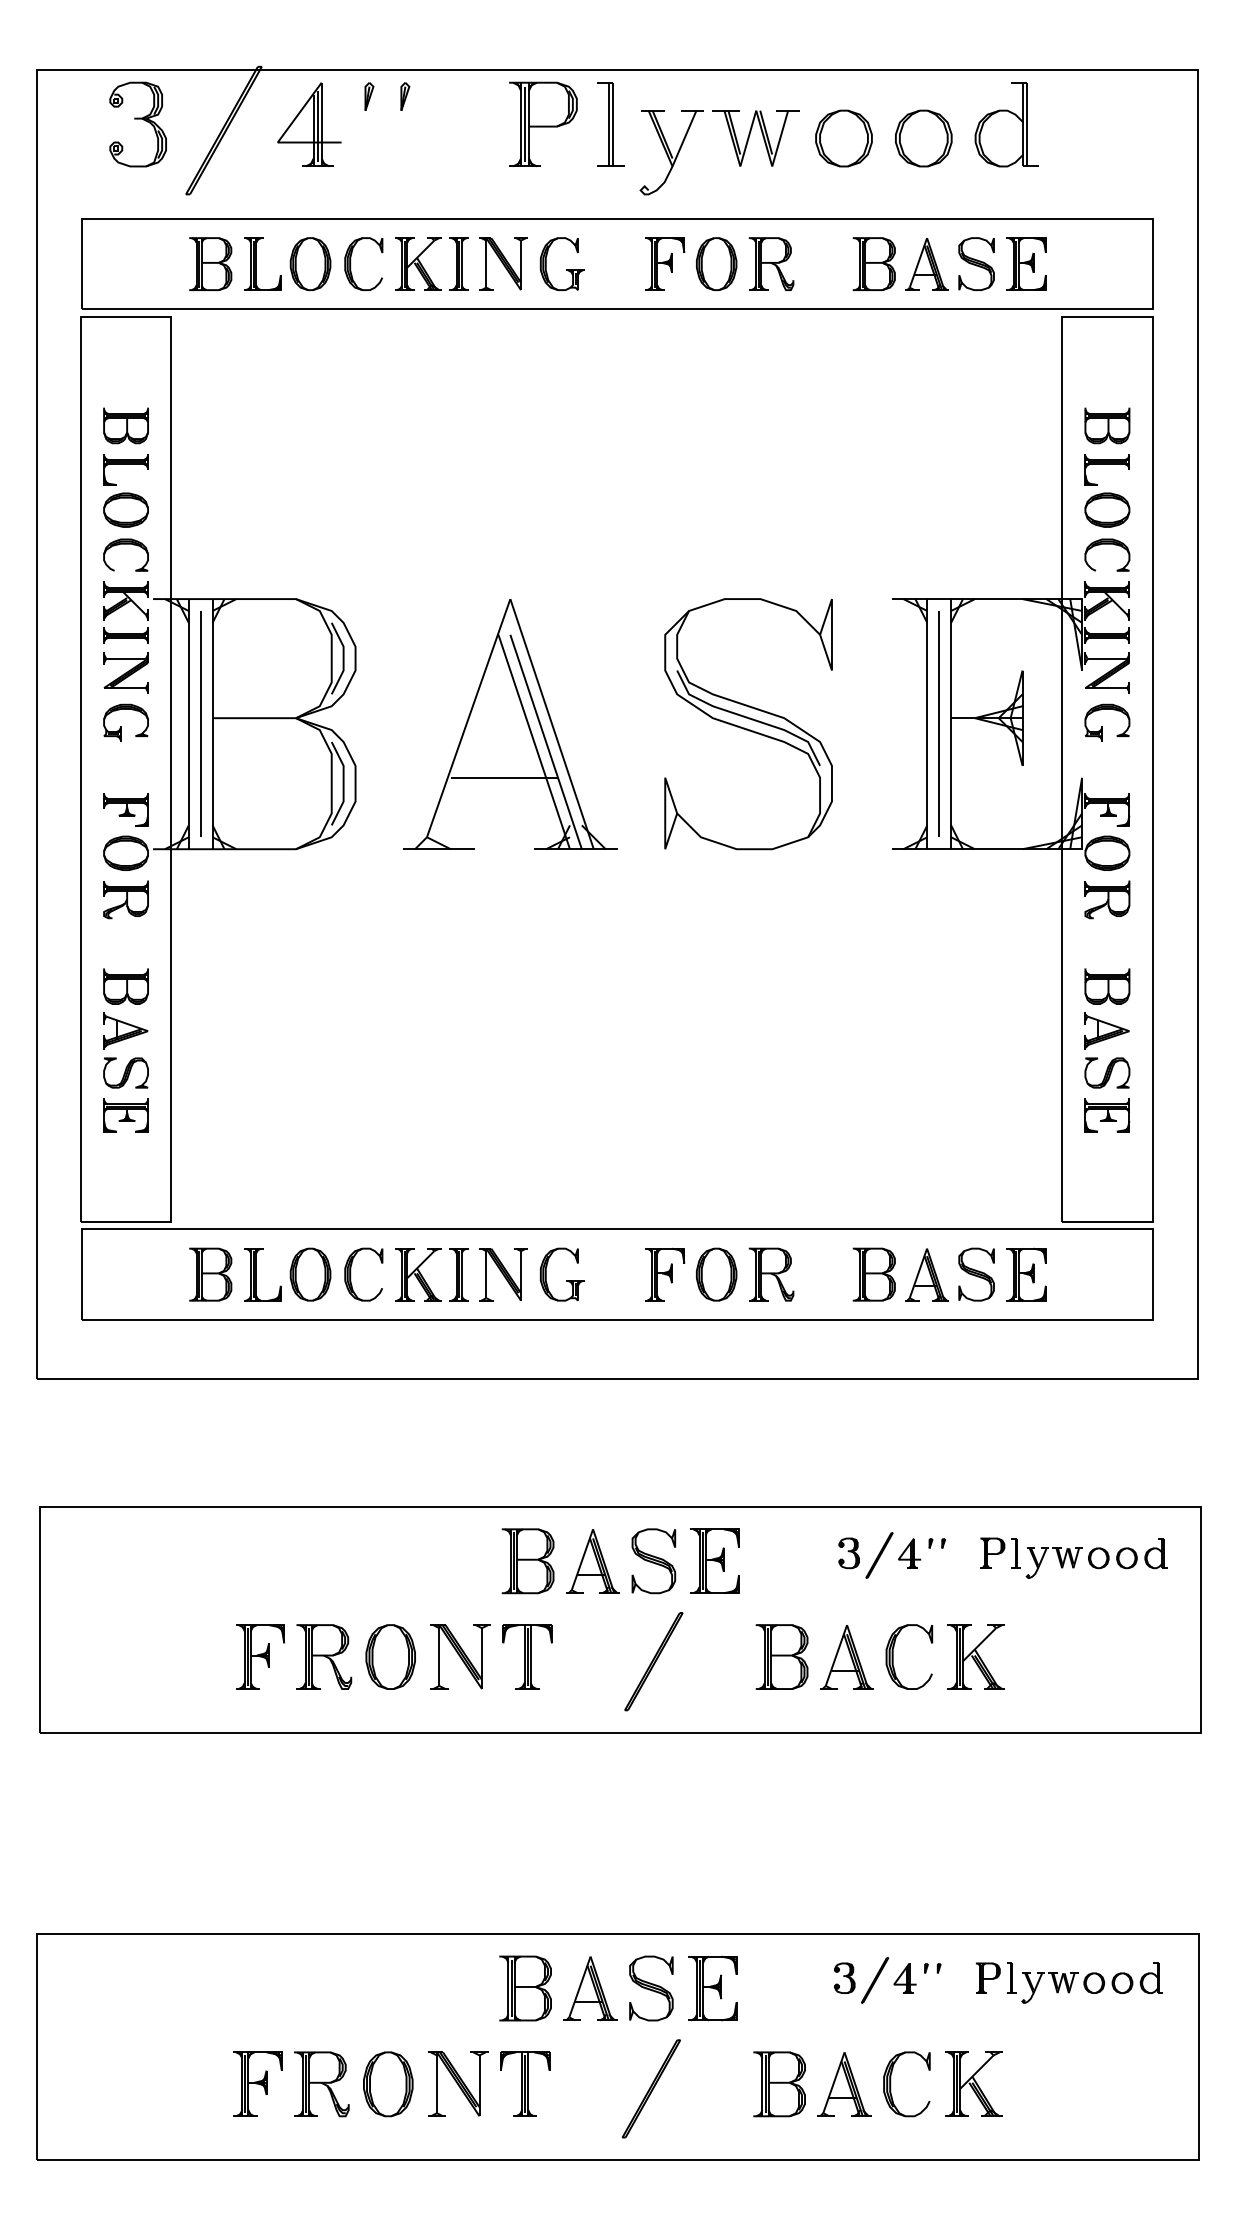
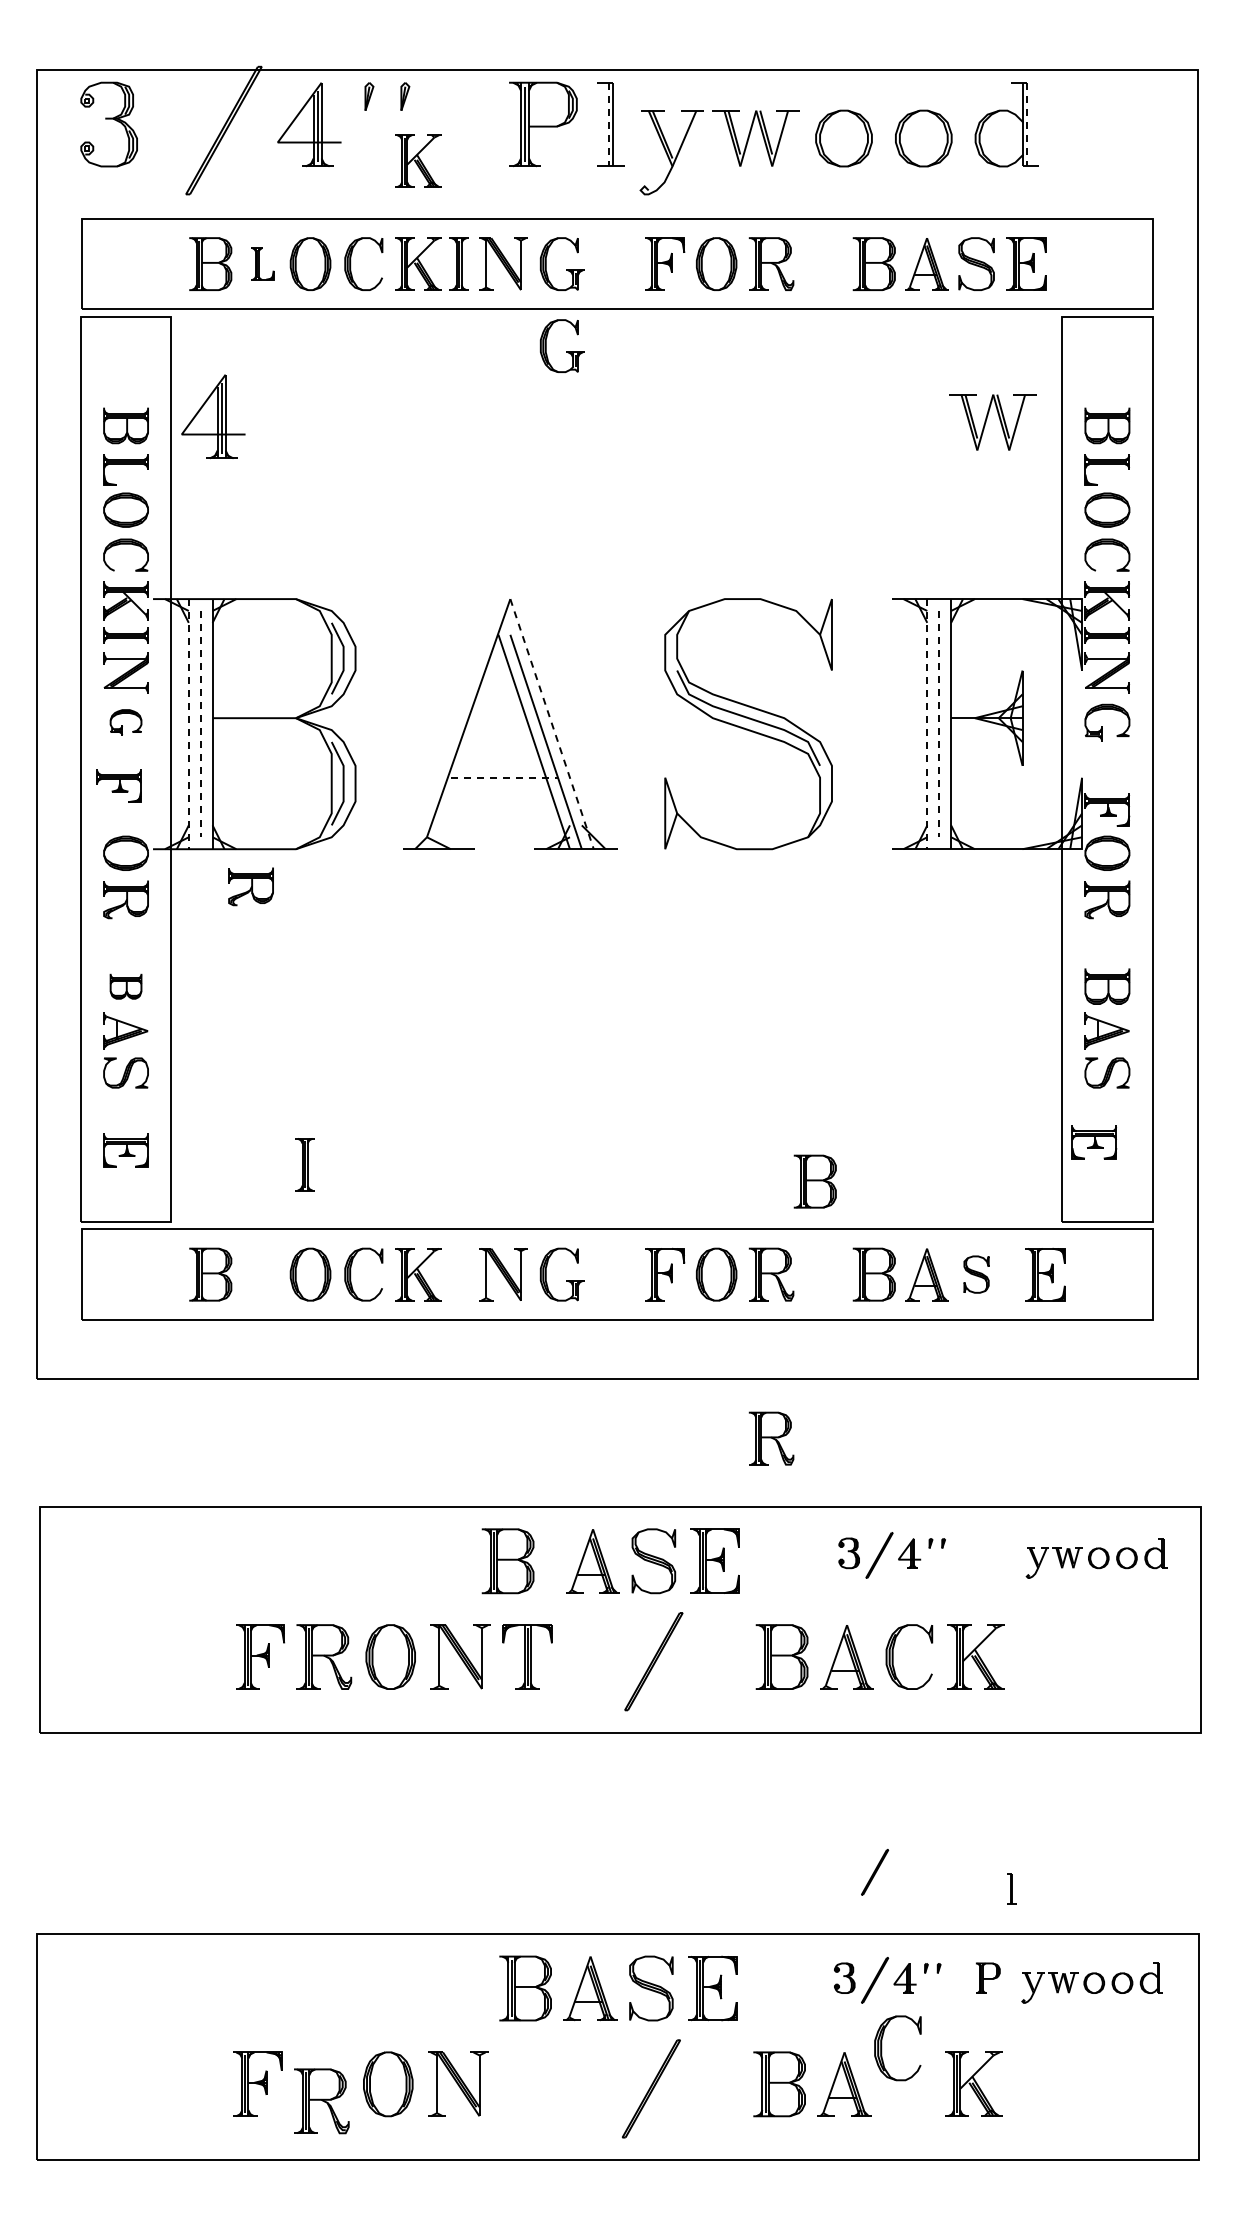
part at (137, 124) position: (137, 124) -> (108, 124)
line at (608, 124): solid -> dashed
line at (1027, 124): solid -> dashed
part at (418, 160): none -> present
part at (262, 263) size: 38x54 px -> 24x34 px
part at (566, 351): none -> present
part at (213, 416): none -> present
part at (992, 422): none -> present
part at (125, 722) size: 46x39 px -> 34x27 px
line at (188, 724): solid -> dashed
line at (200, 724): solid -> dashed
line at (552, 724): solid -> dashed
line at (927, 724): solid -> dashed
line at (939, 724): solid -> dashed
line at (504, 777): solid -> dashed
part at (125, 809) position: (125, 809) -> (118, 785)
part at (250, 886): none -> present
part at (125, 986) size: 46x37 px -> 34x27 px
part at (125, 1115) position: (125, 1115) -> (125, 1150)
part at (1107, 1115) position: (1107, 1115) -> (1094, 1142)
part at (814, 1181): none -> present
part at (262, 1274): present -> none
part at (458, 1274) position: (458, 1274) -> (304, 1164)
part at (976, 1274) size: 37x55 px -> 27x39 px
part at (1026, 1274) position: (1026, 1274) -> (1045, 1274)
part at (771, 1438): none -> present
part at (1000, 1552): present -> none
part at (527, 1561) position: (527, 1561) -> (507, 1561)
line at (875, 1872): none -> present
part at (1011, 1977) position: (1011, 1977) -> (1011, 1888)
part at (525, 2083): present -> none
part at (321, 2084) position: (321, 2084) -> (321, 2101)
part at (891, 2084) position: (891, 2084) -> (882, 2048)
